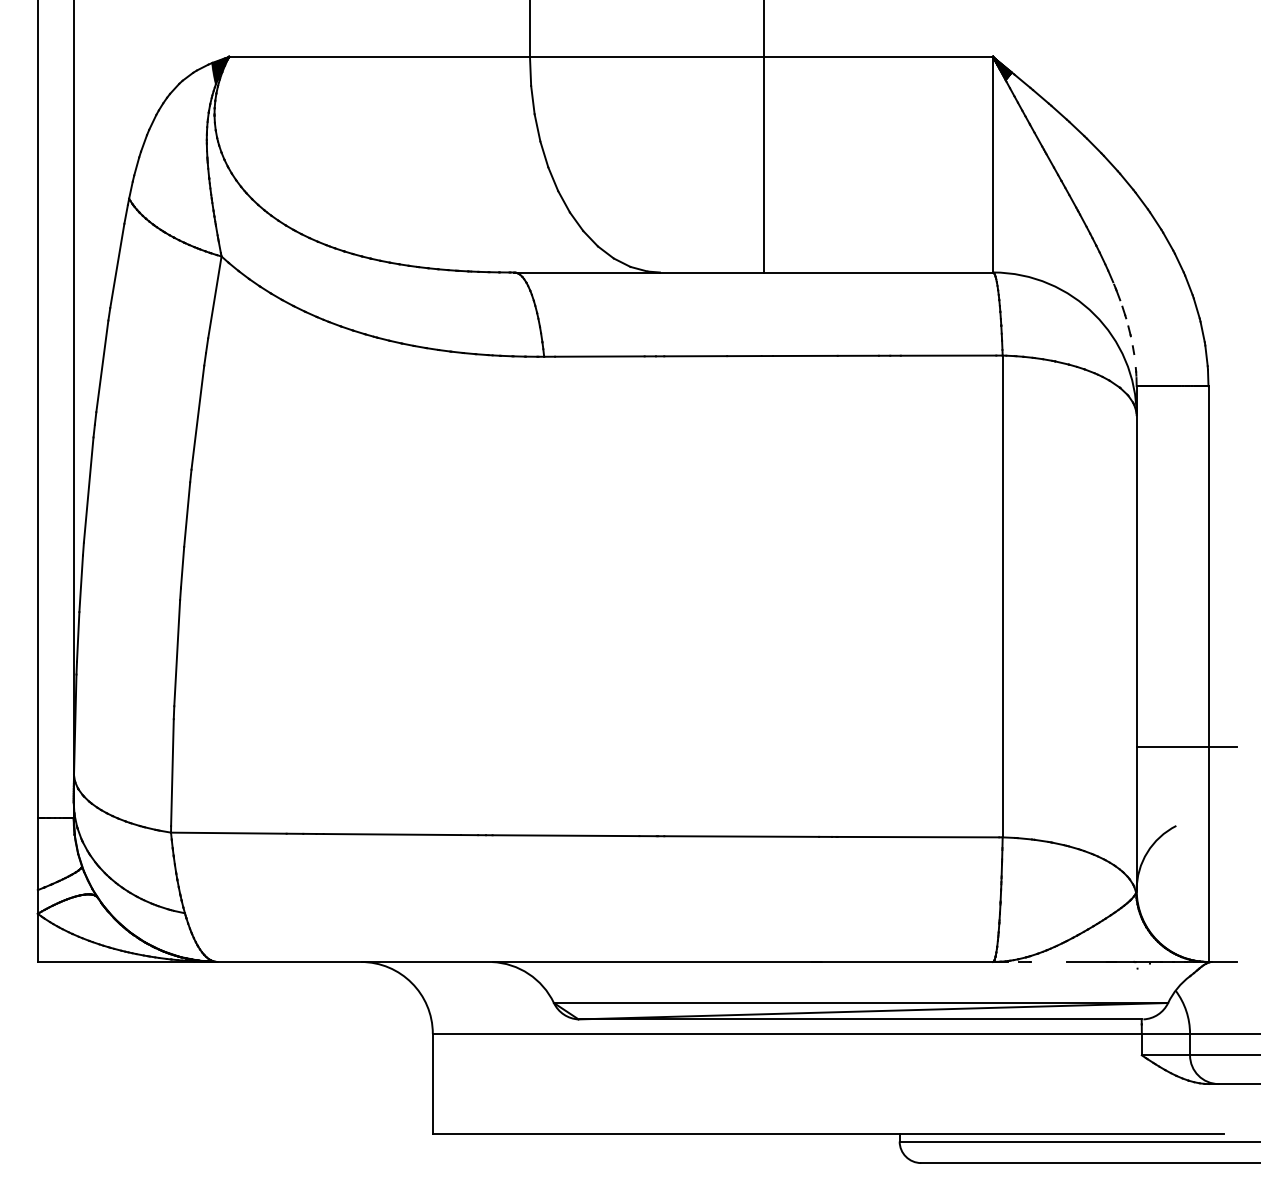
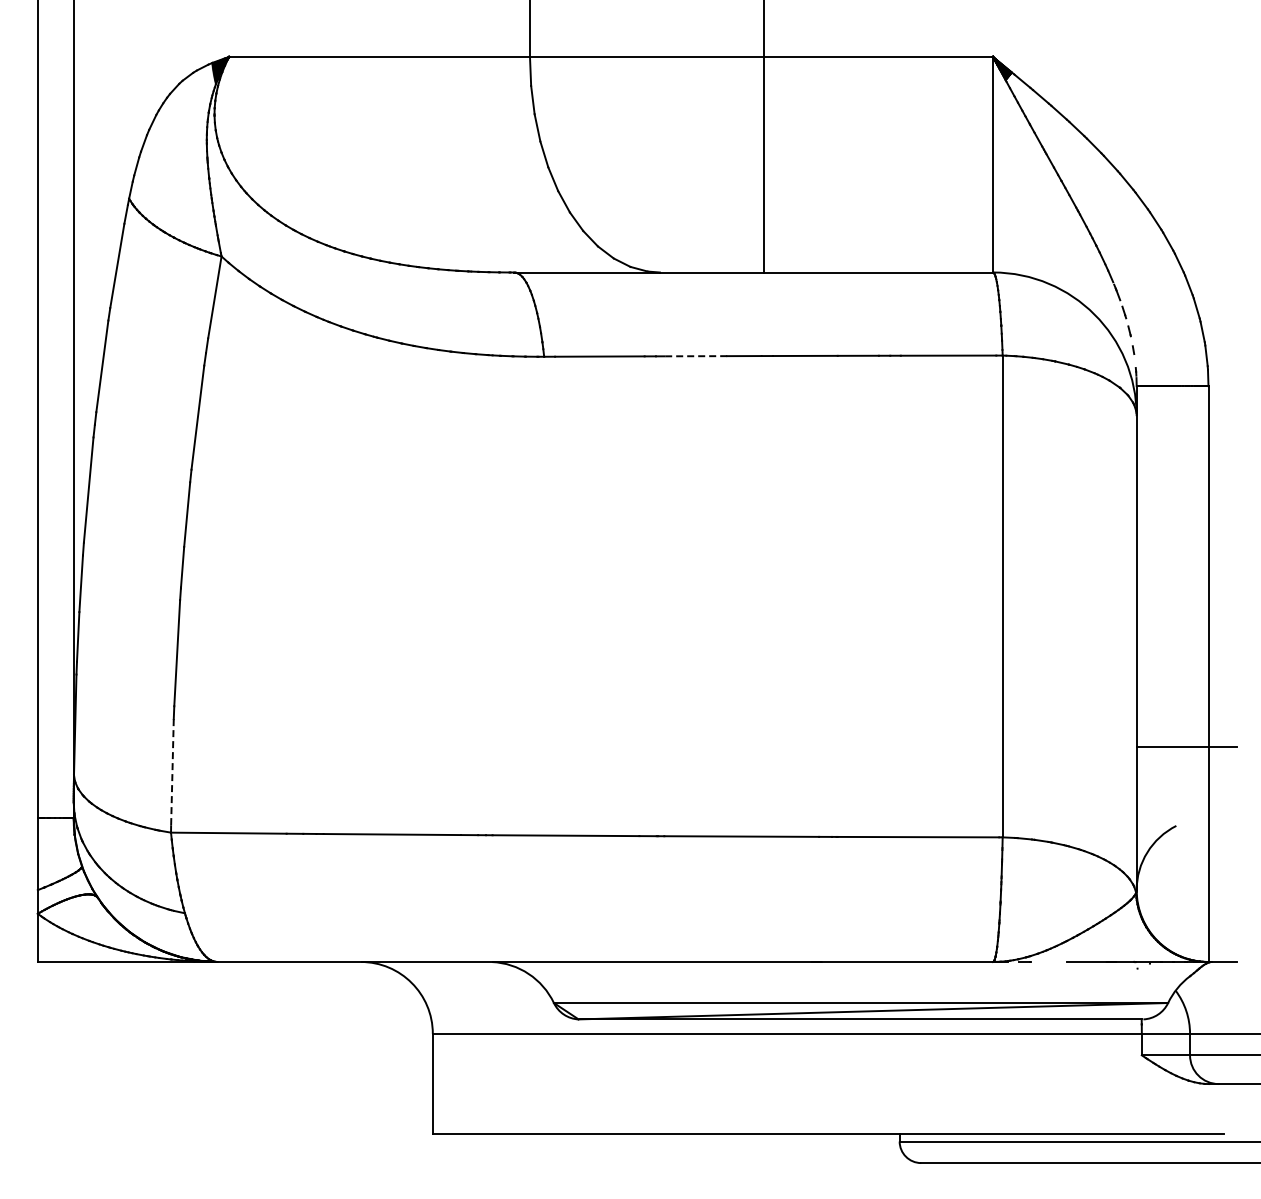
line at (695, 356): solid -> dashed
line at (172, 772): solid -> dashed
